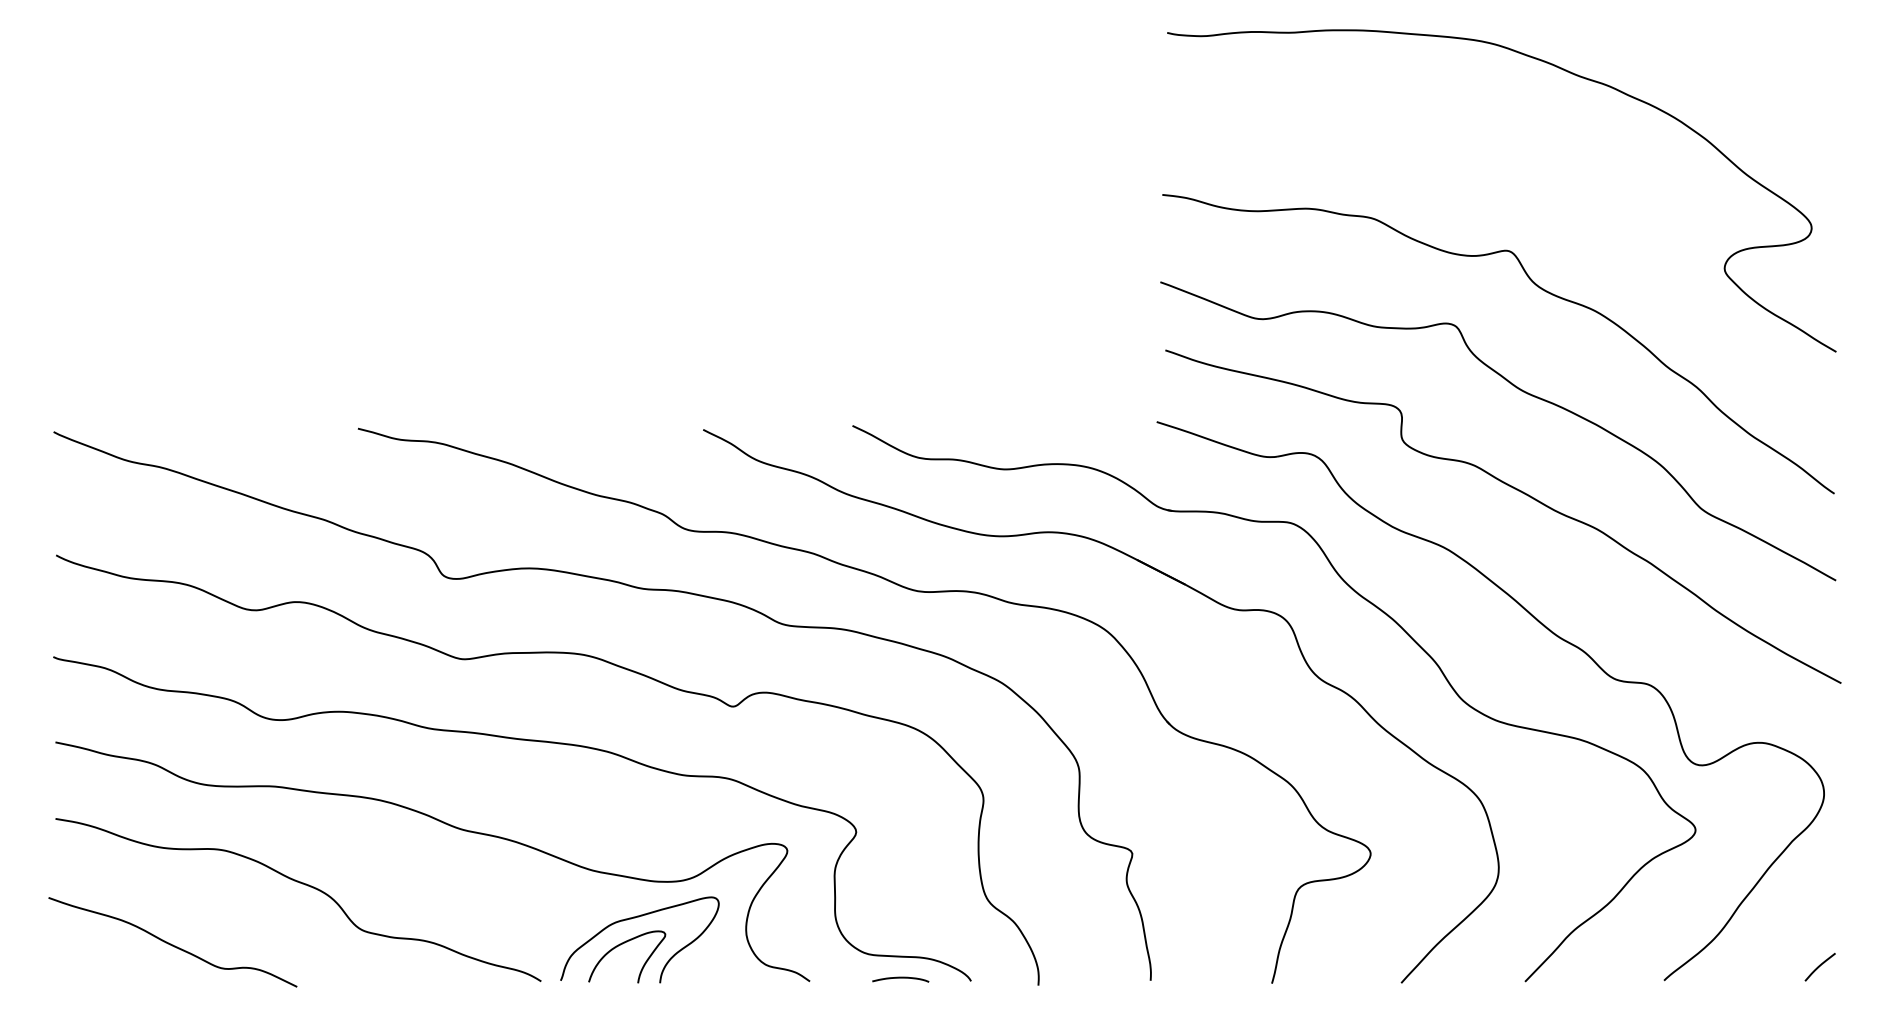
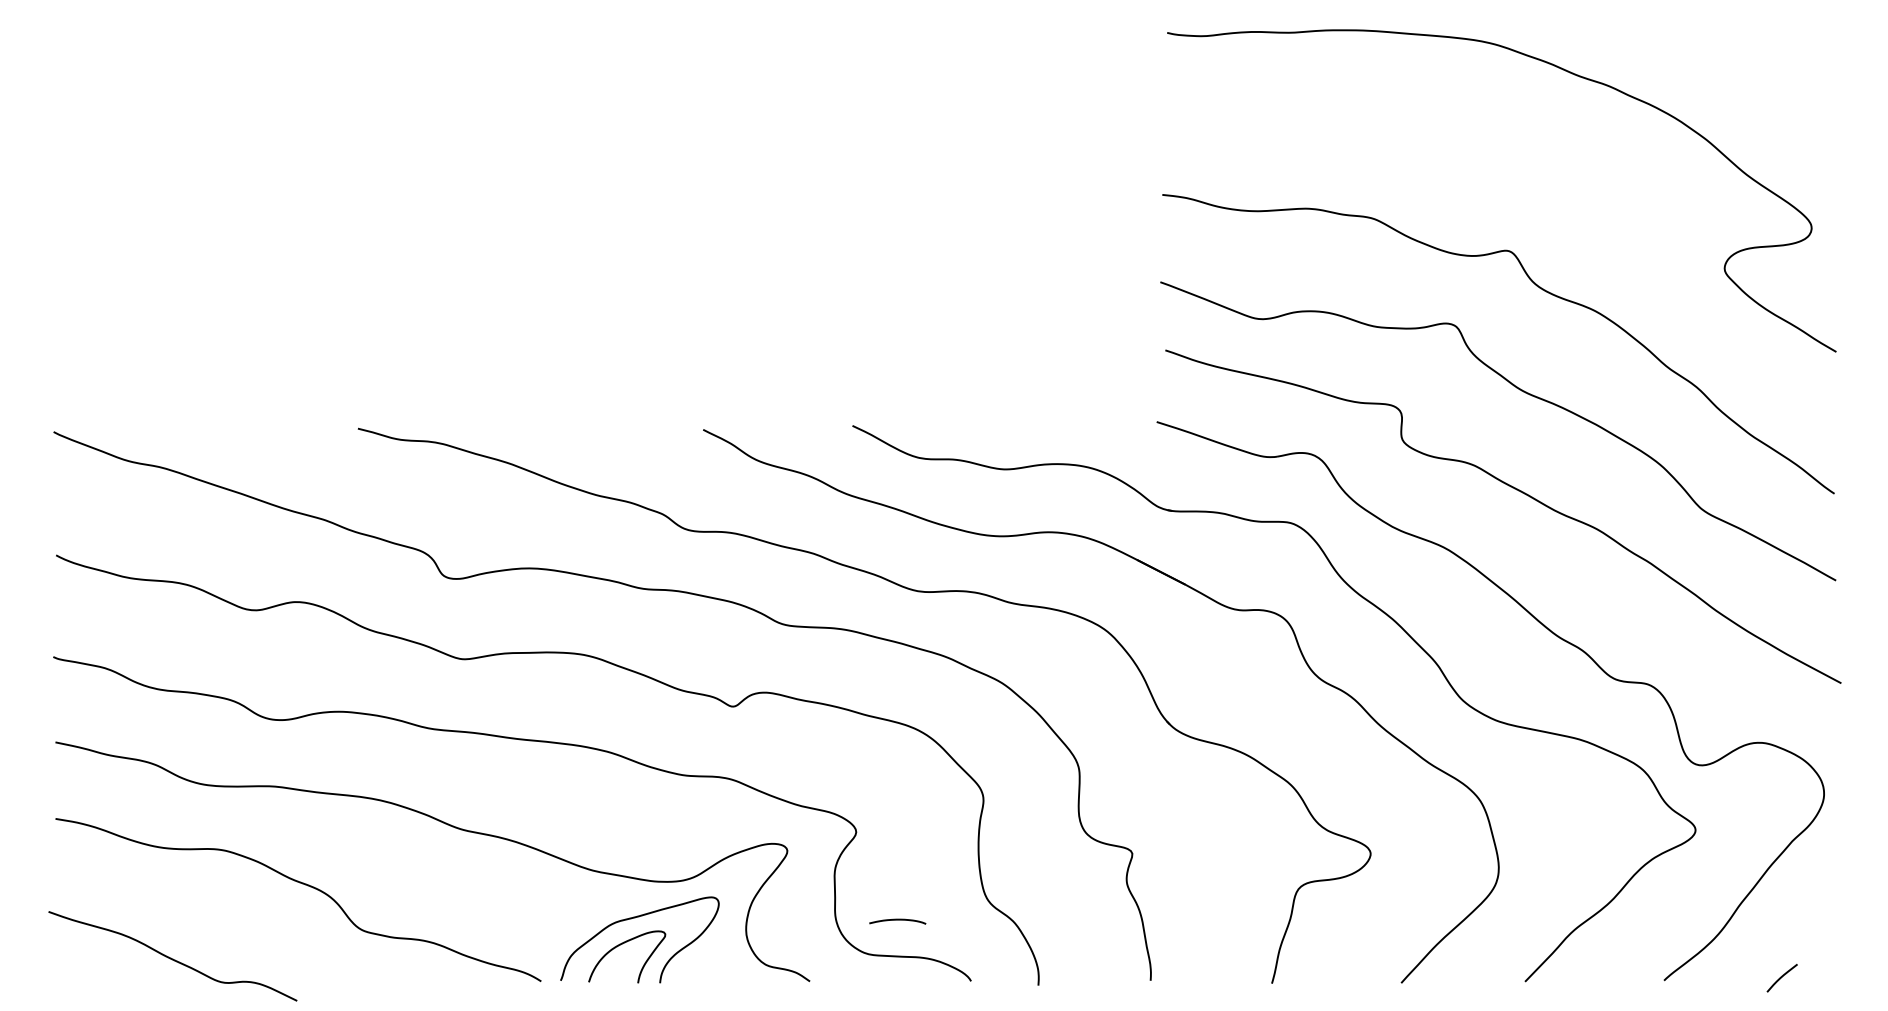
curve at (171, 943) position: (171, 943) -> (171, 957)
curve at (1819, 967) position: (1819, 967) -> (1781, 978)
curve at (900, 978) position: (900, 978) -> (897, 920)
